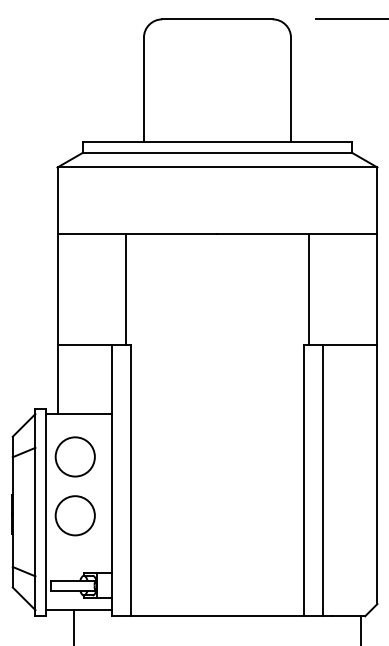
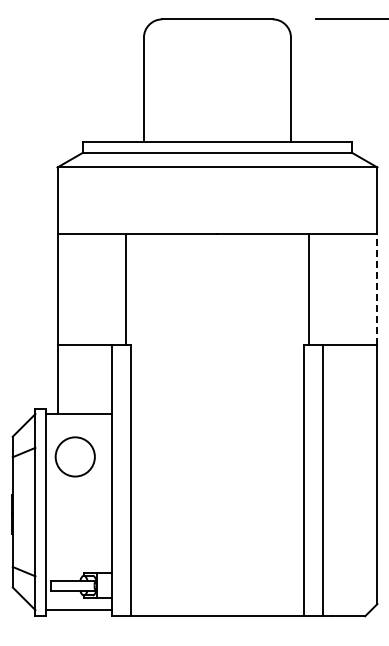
line at (377, 289): solid -> dashed
circle at (74, 515): present -> none
line at (74, 626): present -> none
line at (360, 629): present -> none
